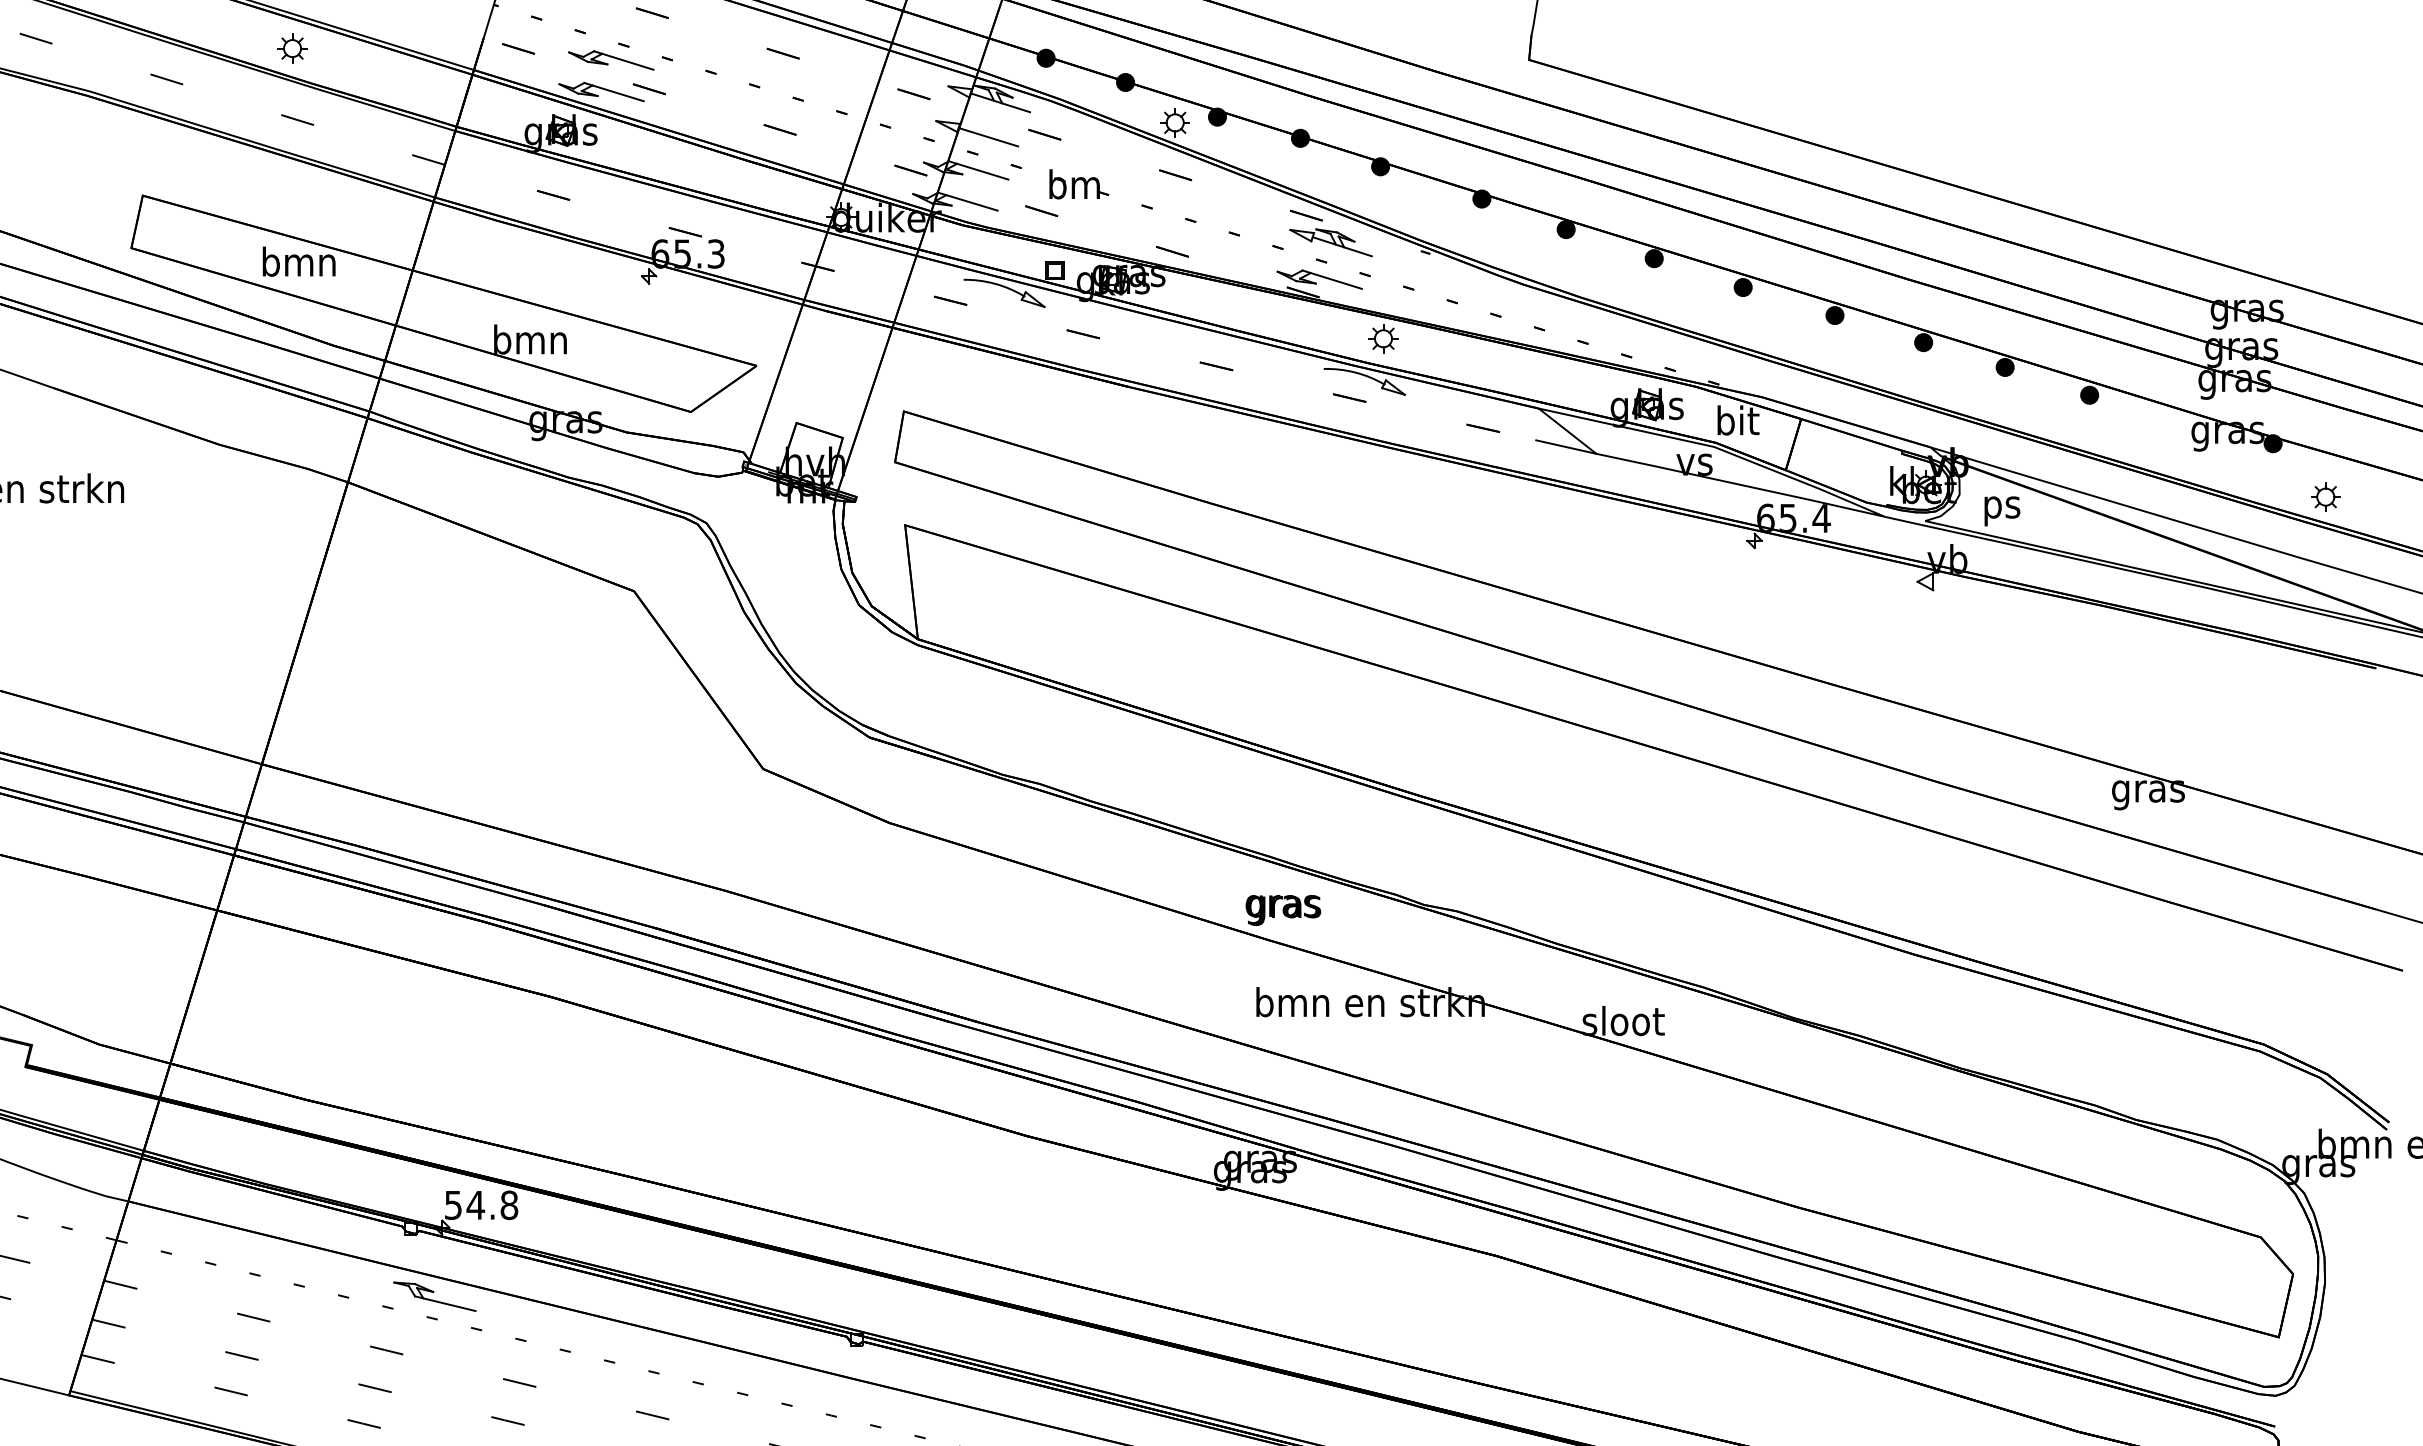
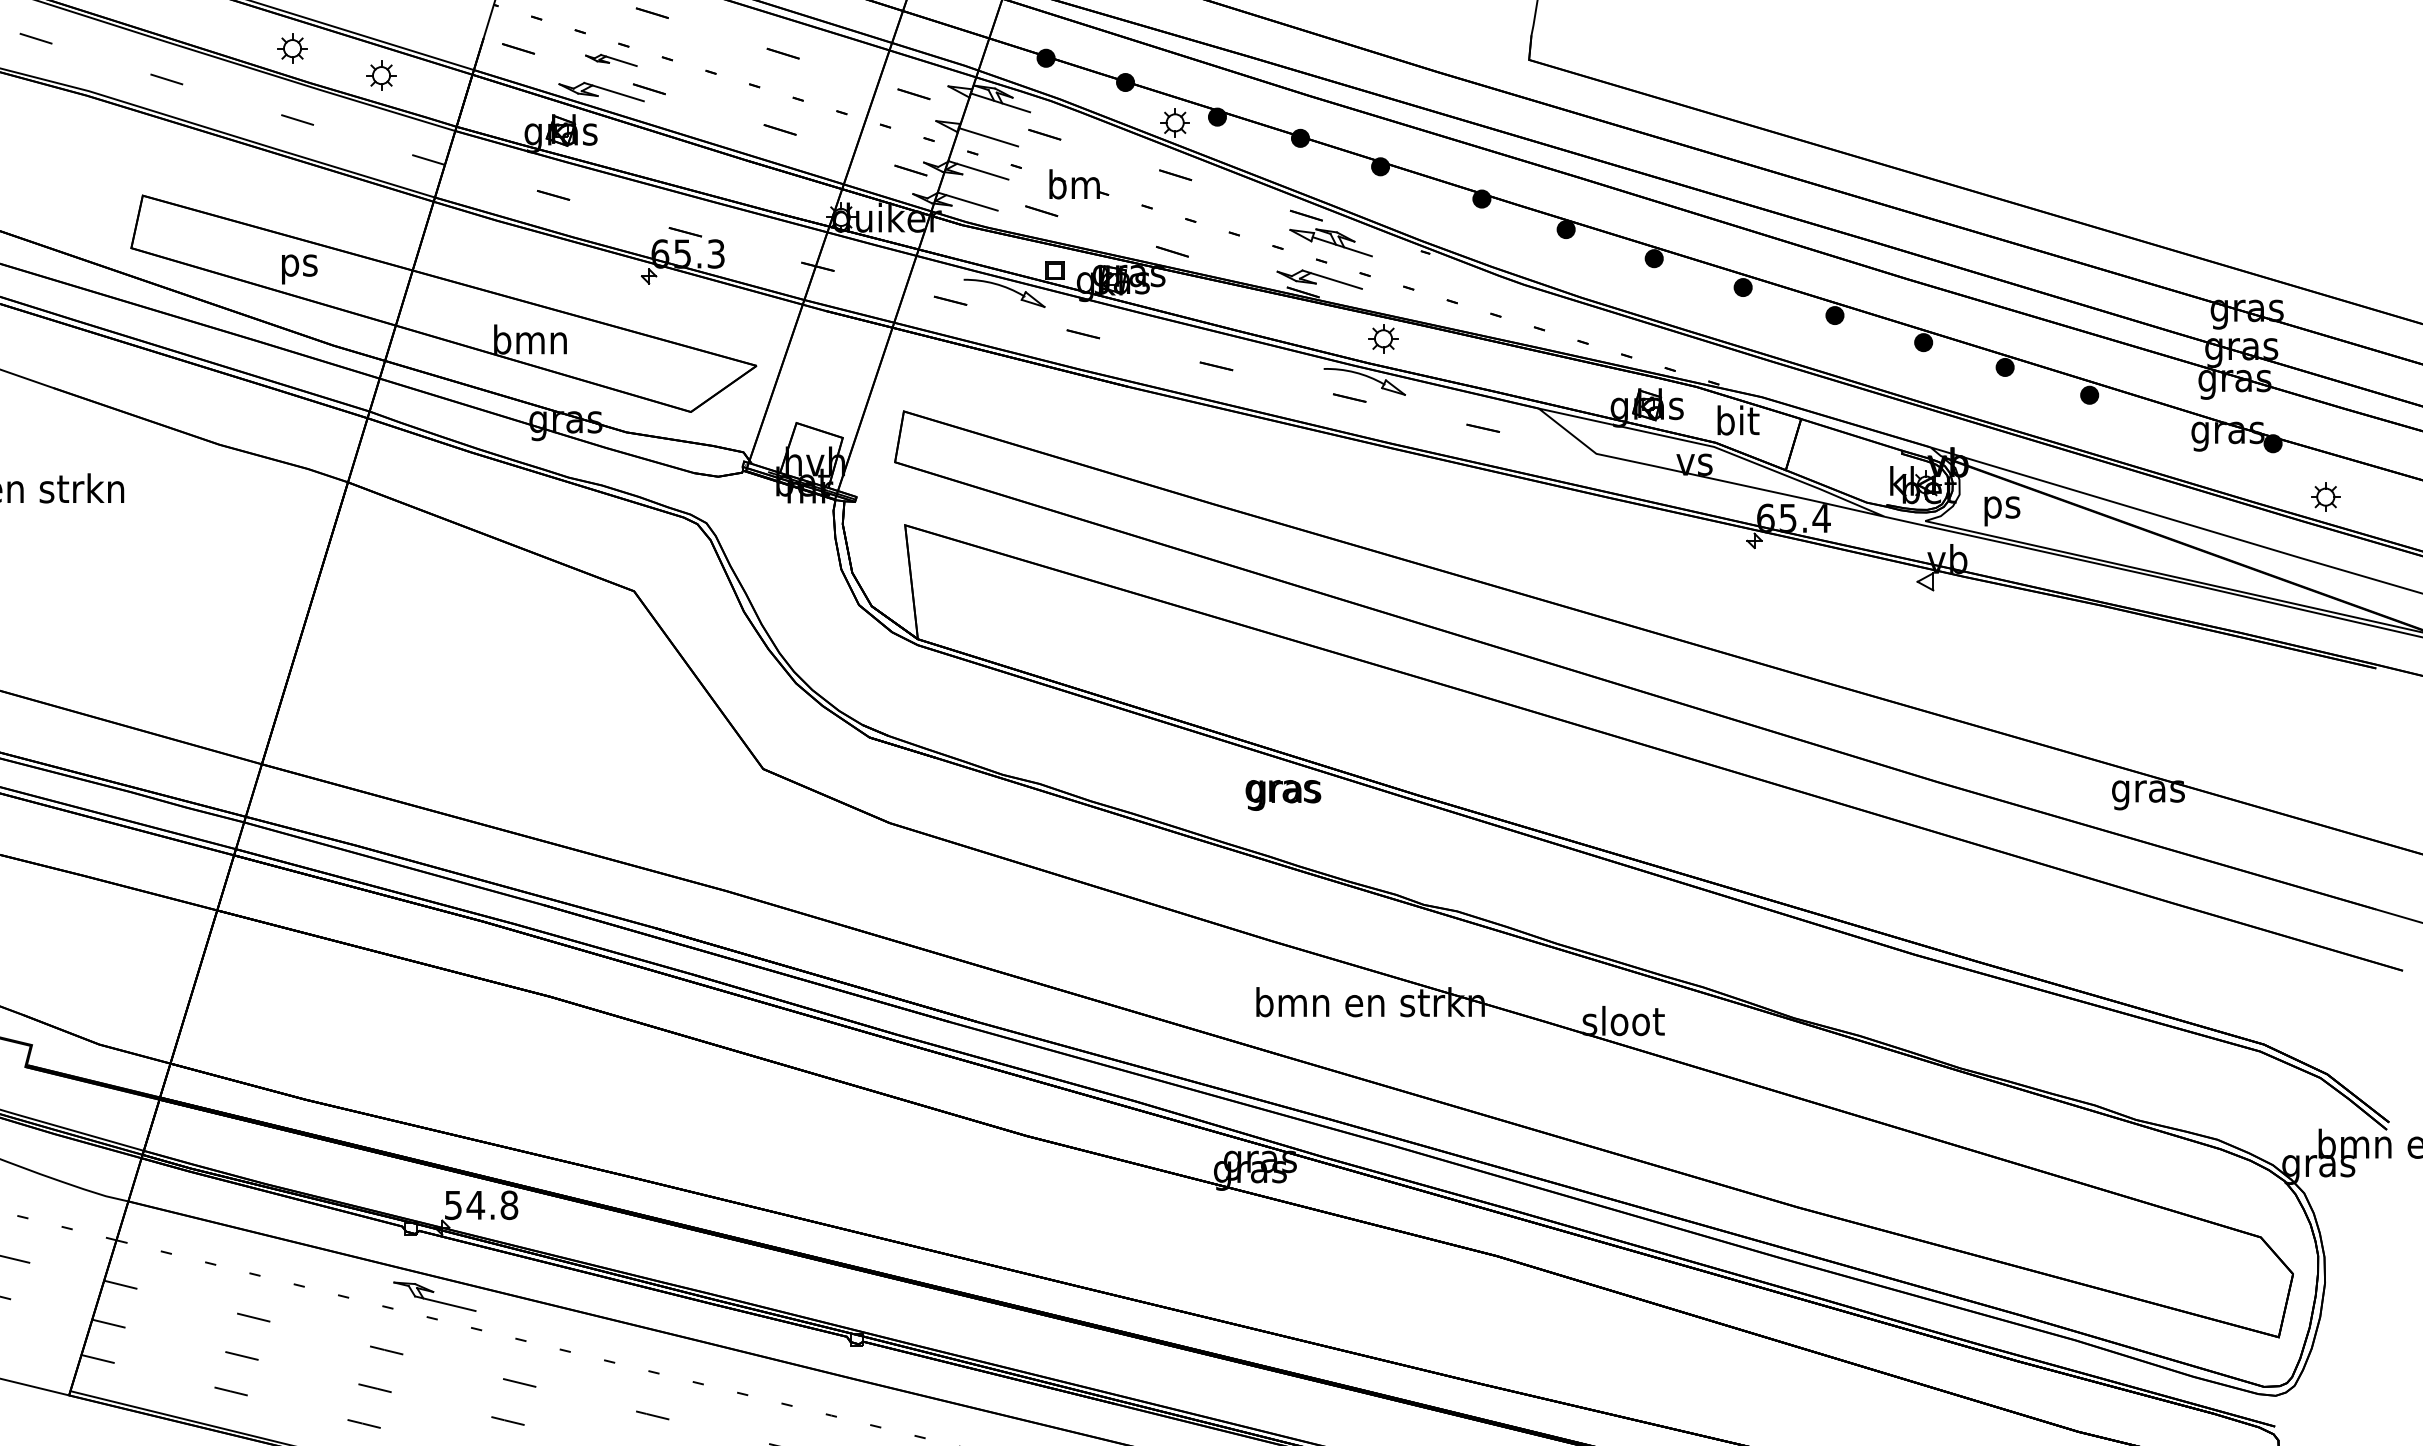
part at (611, 60) size: 87x21 px -> 53x14 px
part at (381, 75): none -> present
text at (298, 265): bmn -> ps
line at (1566, 446): present -> none
text at (1283, 910) position: (1283, 910) -> (1283, 795)
